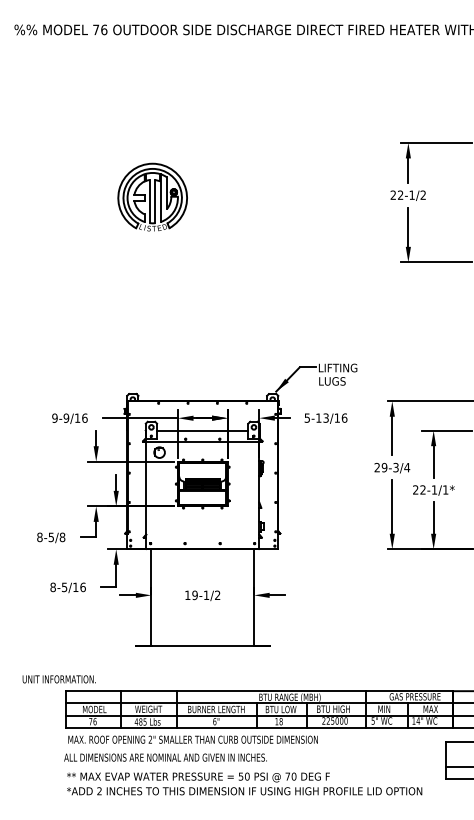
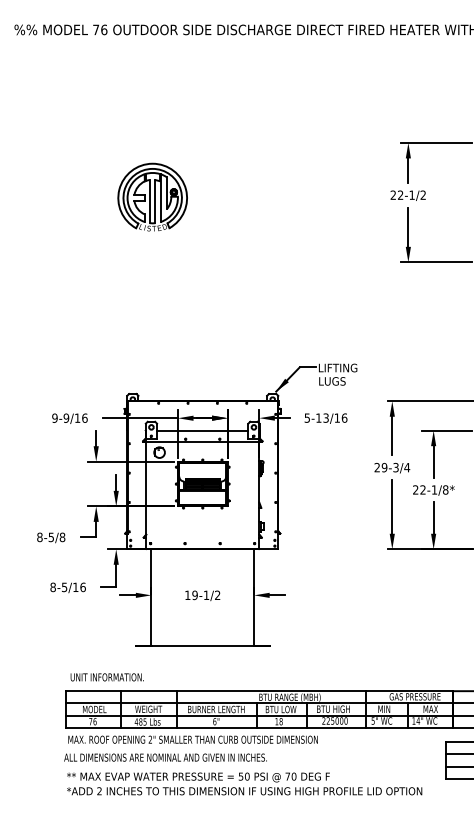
text at (445, 489): 22-1/1* -> 22-1/8*
text at (58, 679) position: (58, 679) -> (106, 677)
line at (457, 754): none -> present
